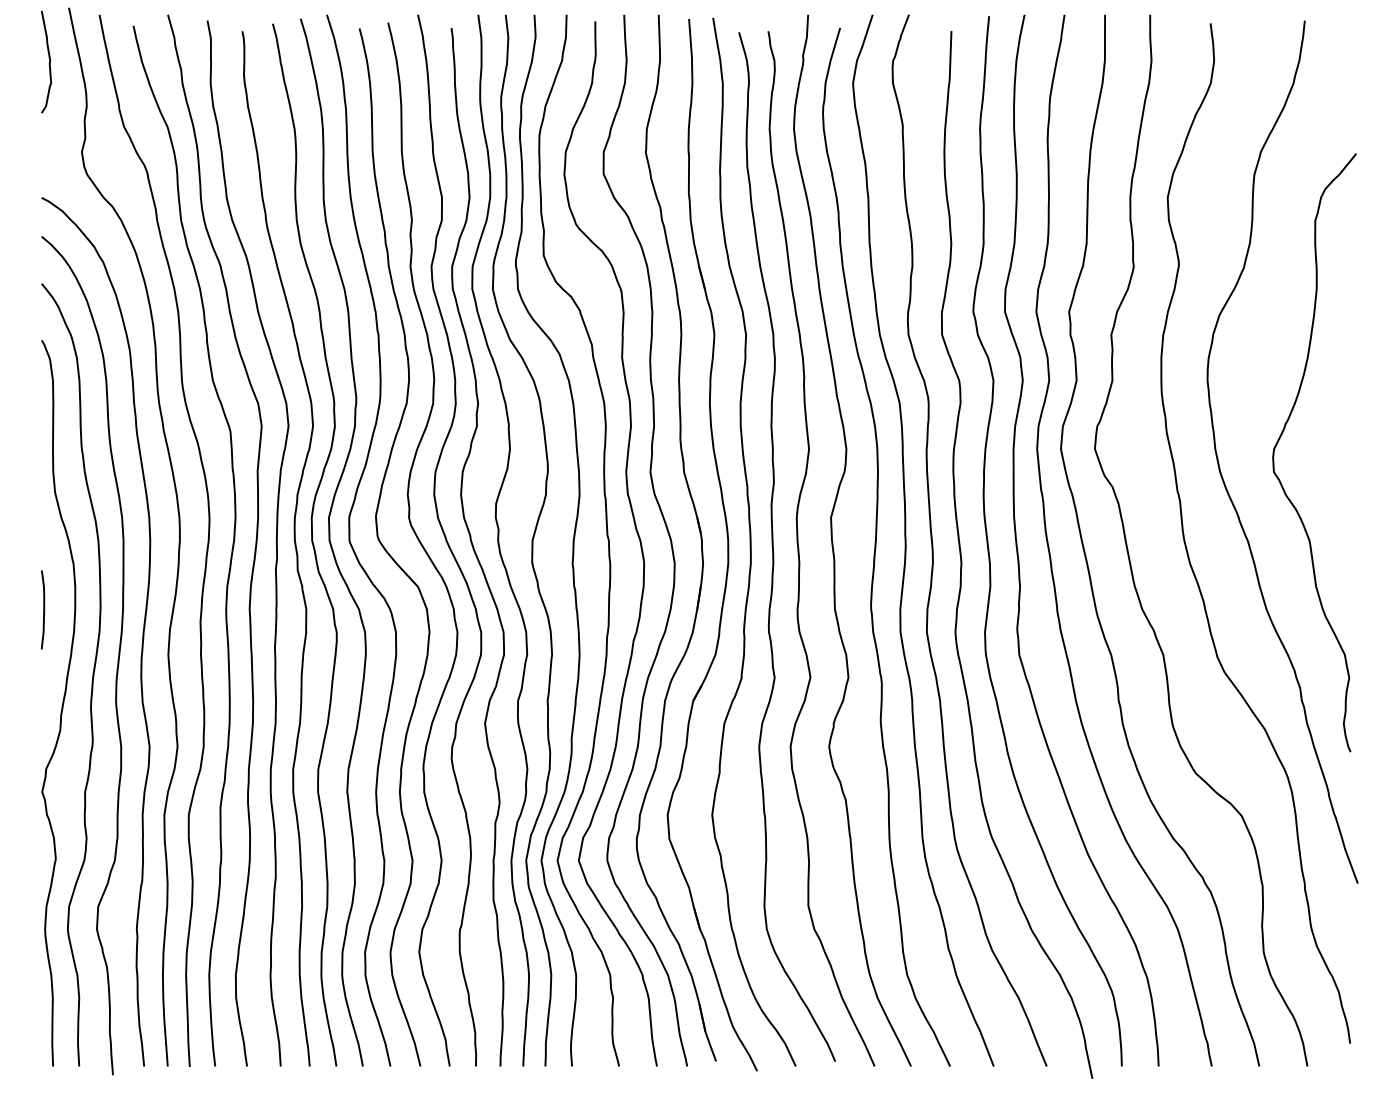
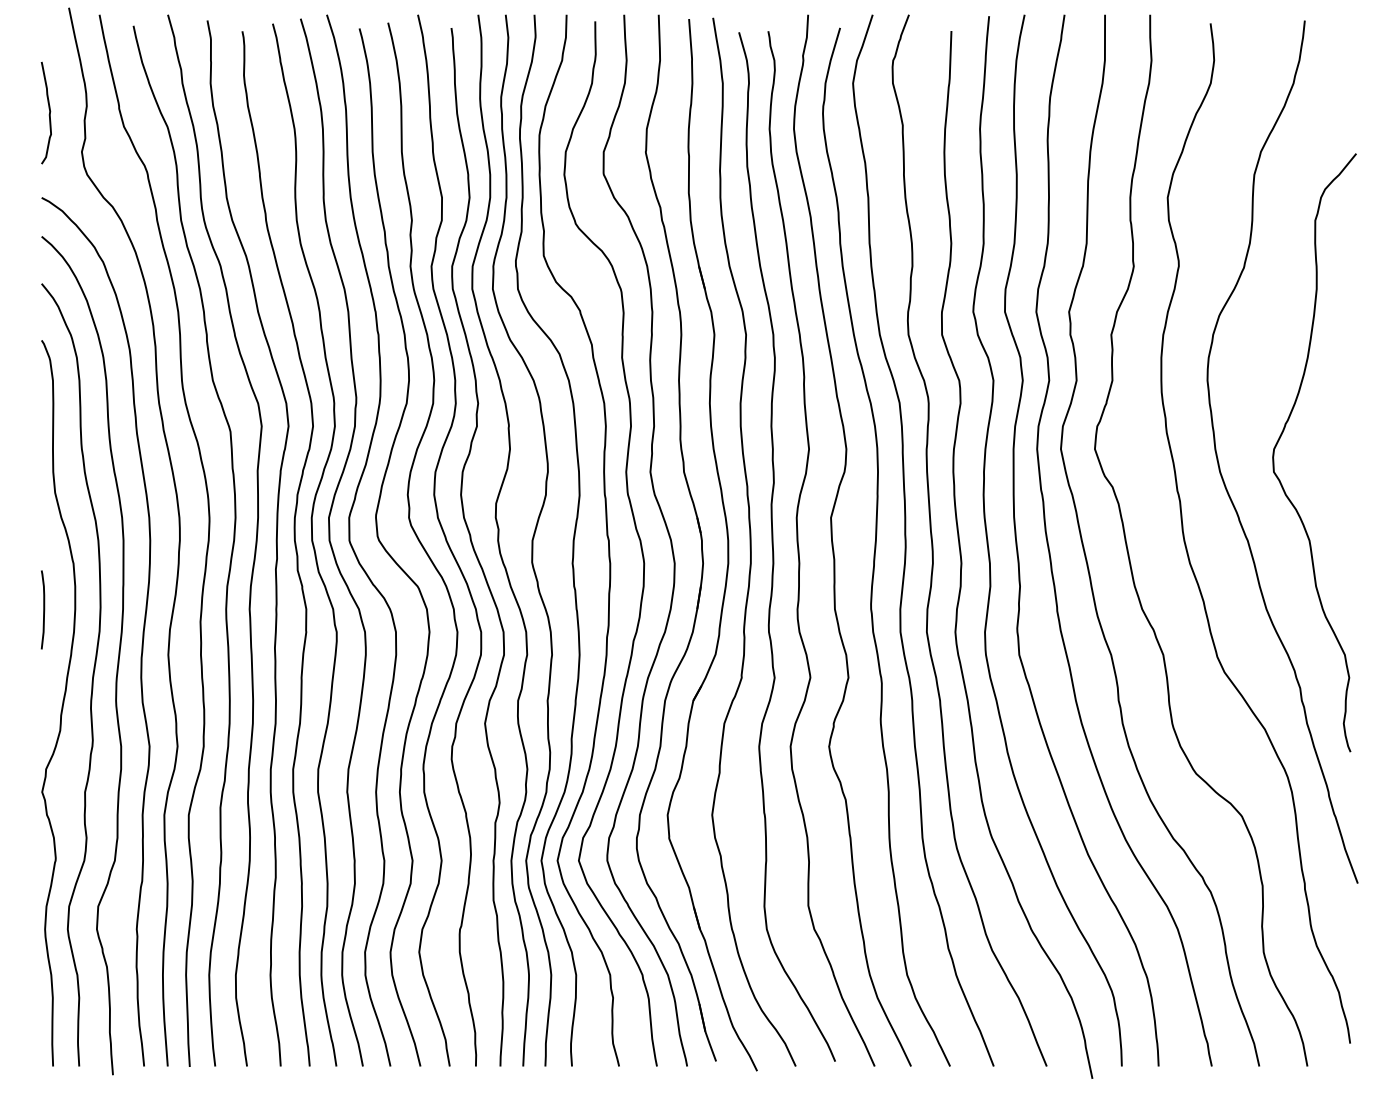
curve at (48, 63) position: (48, 63) -> (48, 114)
